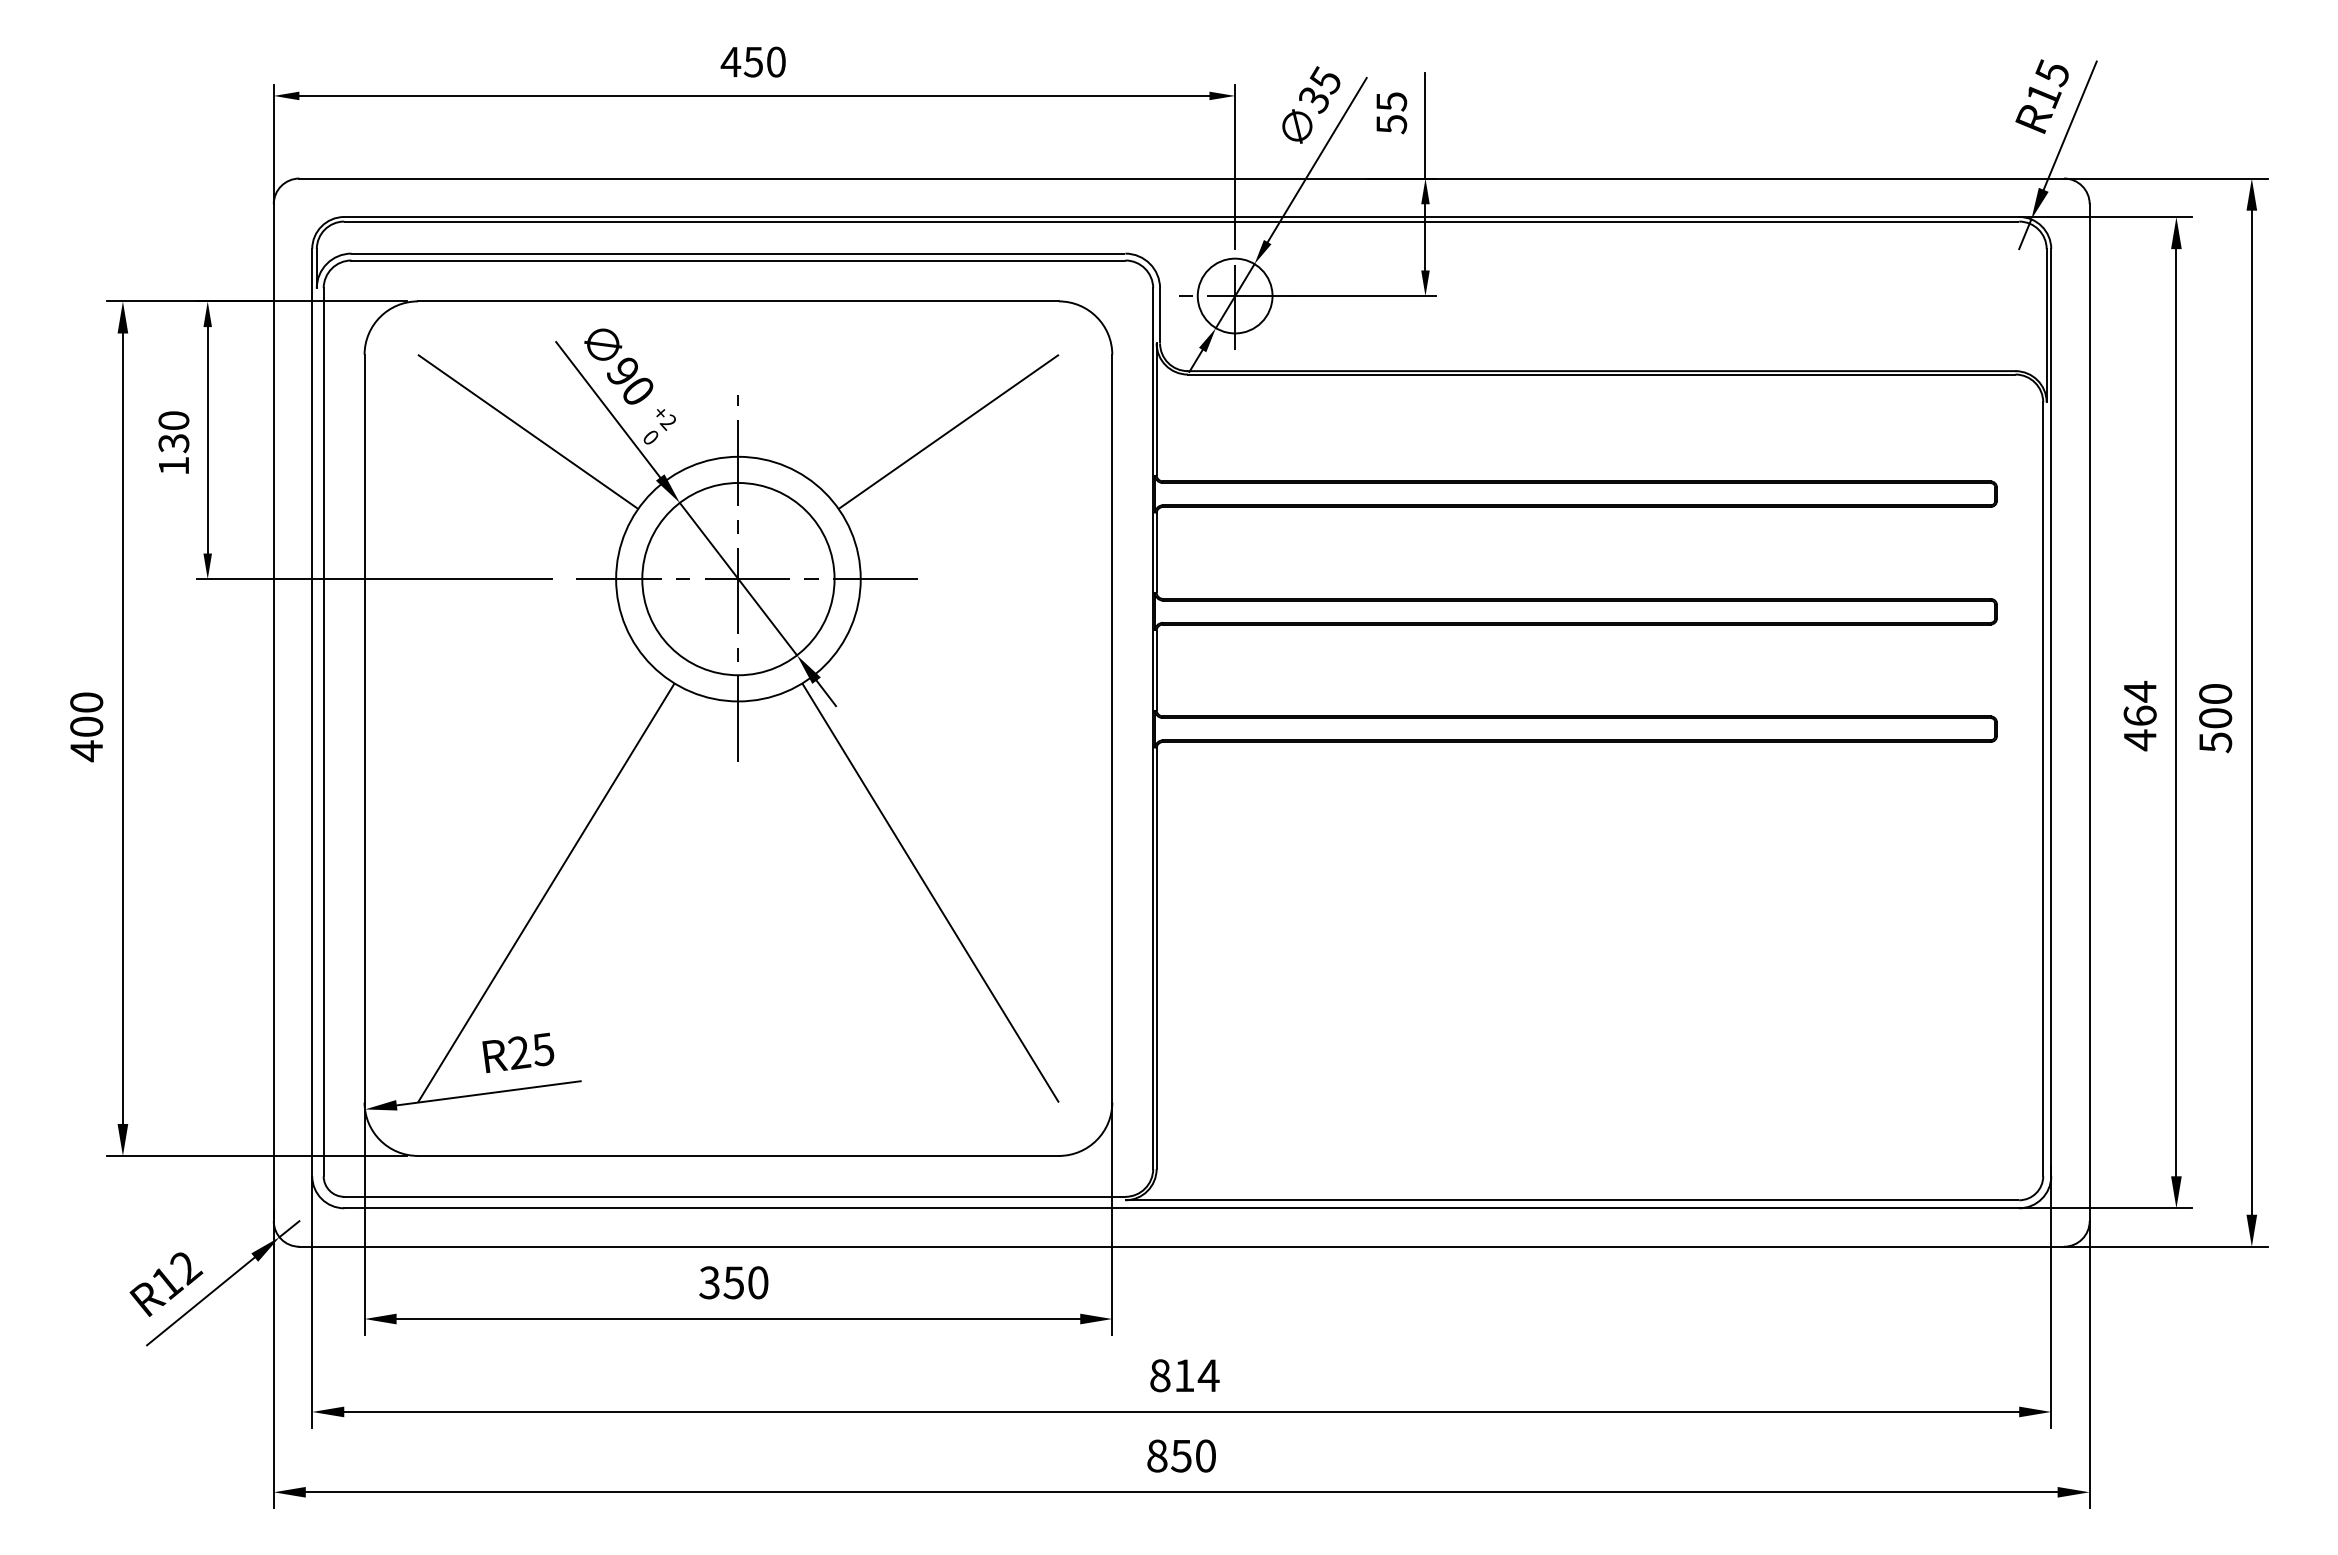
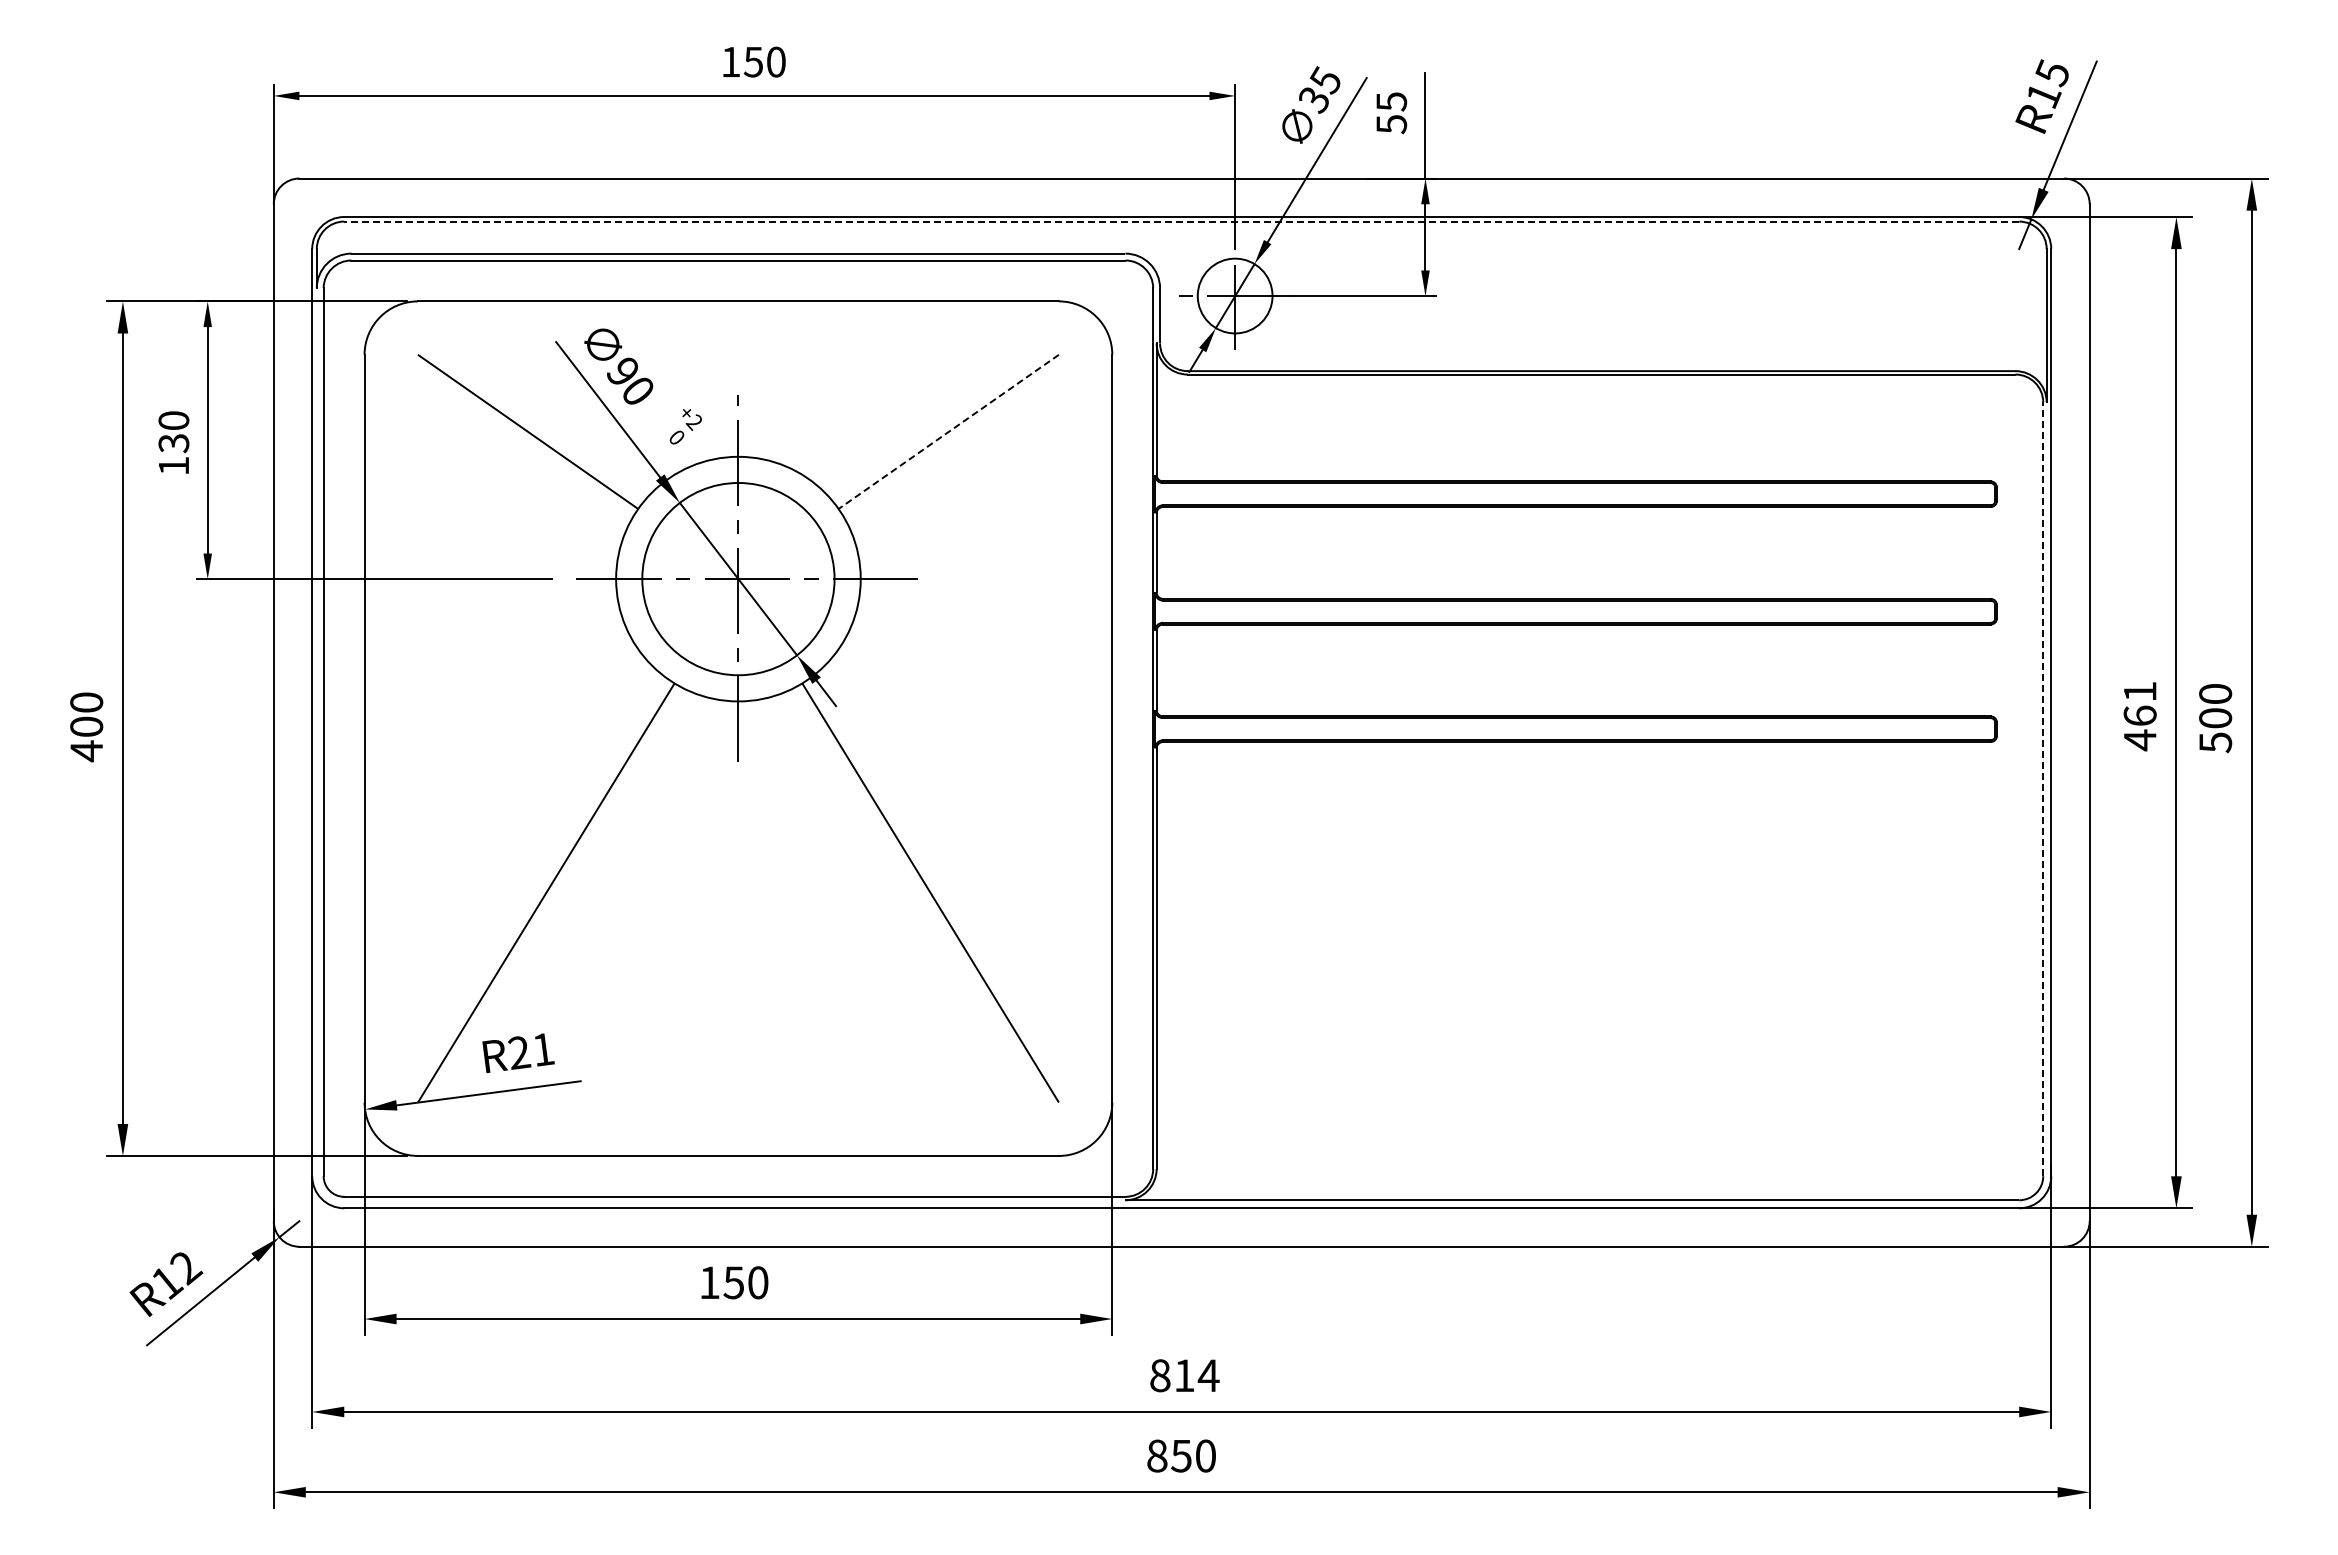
text at (730, 62): 450 -> 150
line at (1181, 221): solid -> dashed
text at (659, 426) position: (659, 426) -> (685, 426)
line at (948, 432): solid -> dashed
text at (2140, 691): 464 -> 461
line at (2043, 789): solid -> dashed
text at (544, 1049): R25 -> R21
text at (709, 1282): 350 -> 150
